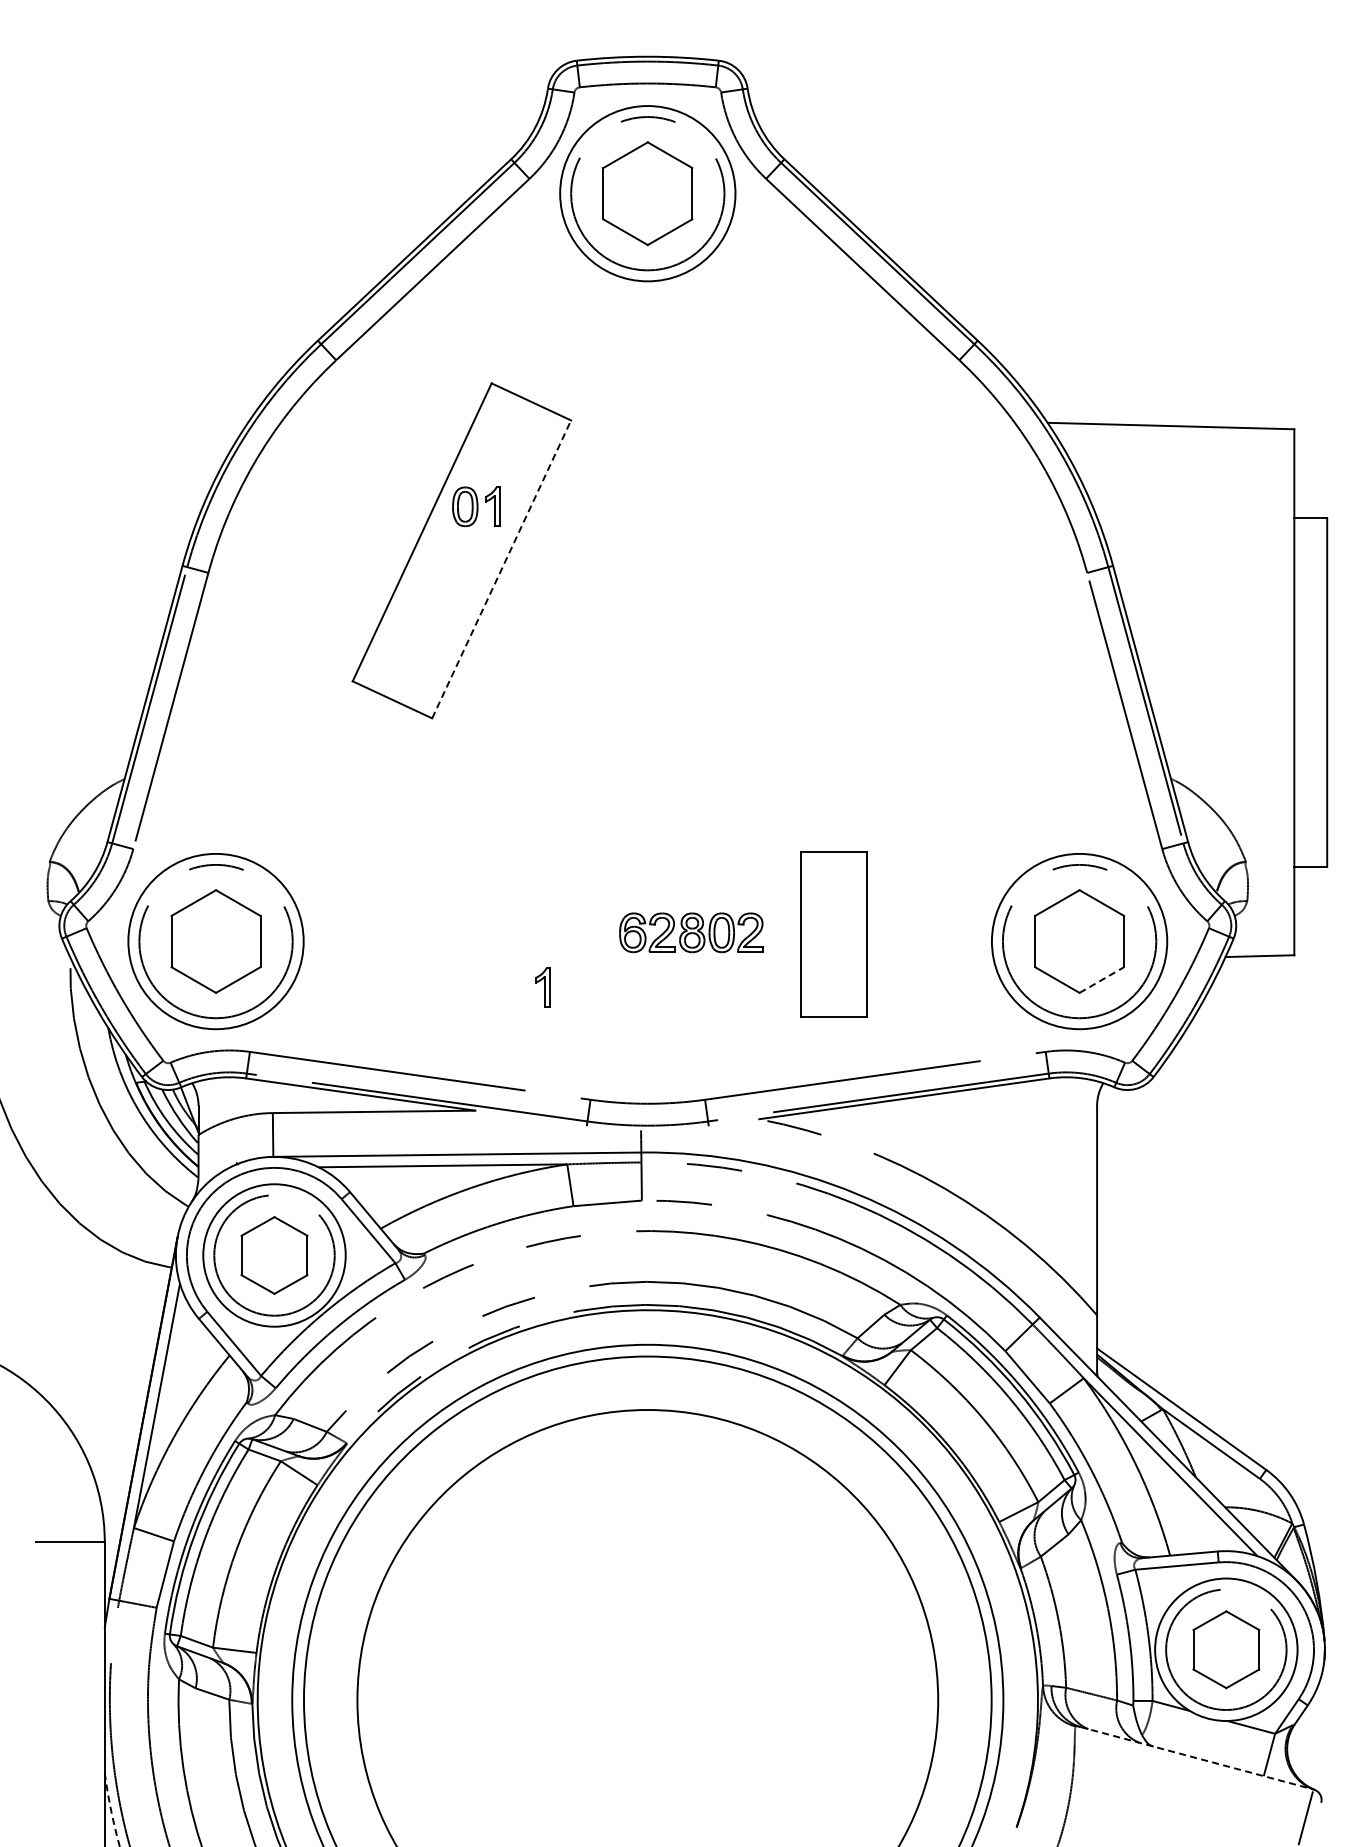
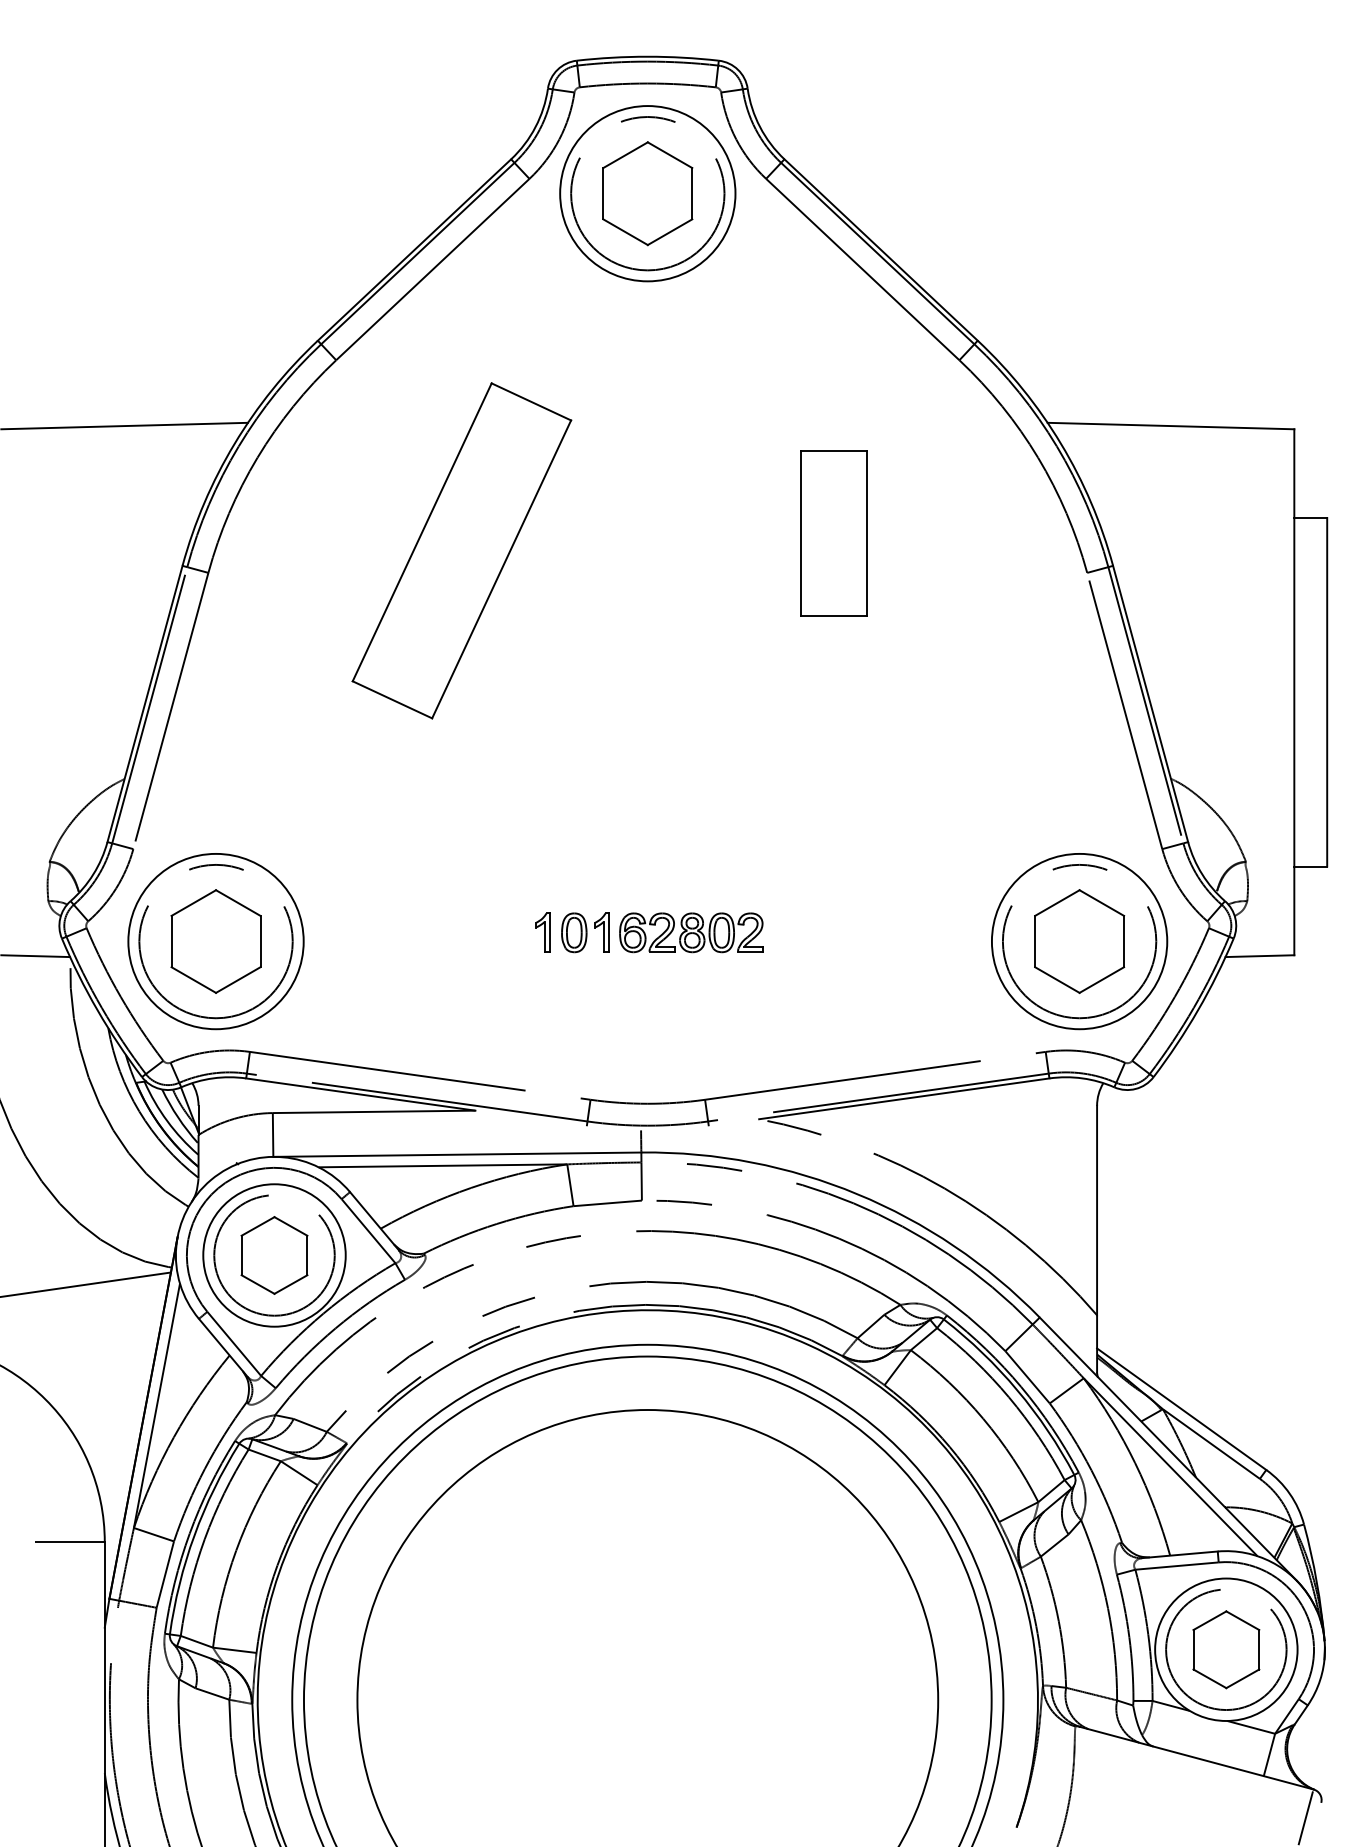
line at (125, 425): none -> present
part at (476, 506) position: (476, 506) -> (585, 932)
line at (501, 568): dashed -> solid
part at (833, 934) position: (833, 934) -> (833, 533)
line at (36, 956): none -> present
line at (1101, 980): dashed -> solid
part at (542, 987) position: (542, 987) -> (542, 932)
line at (86, 1284): none -> present
line at (1196, 1758): dashed -> solid
arc at (111, 1810): dashed -> solid
